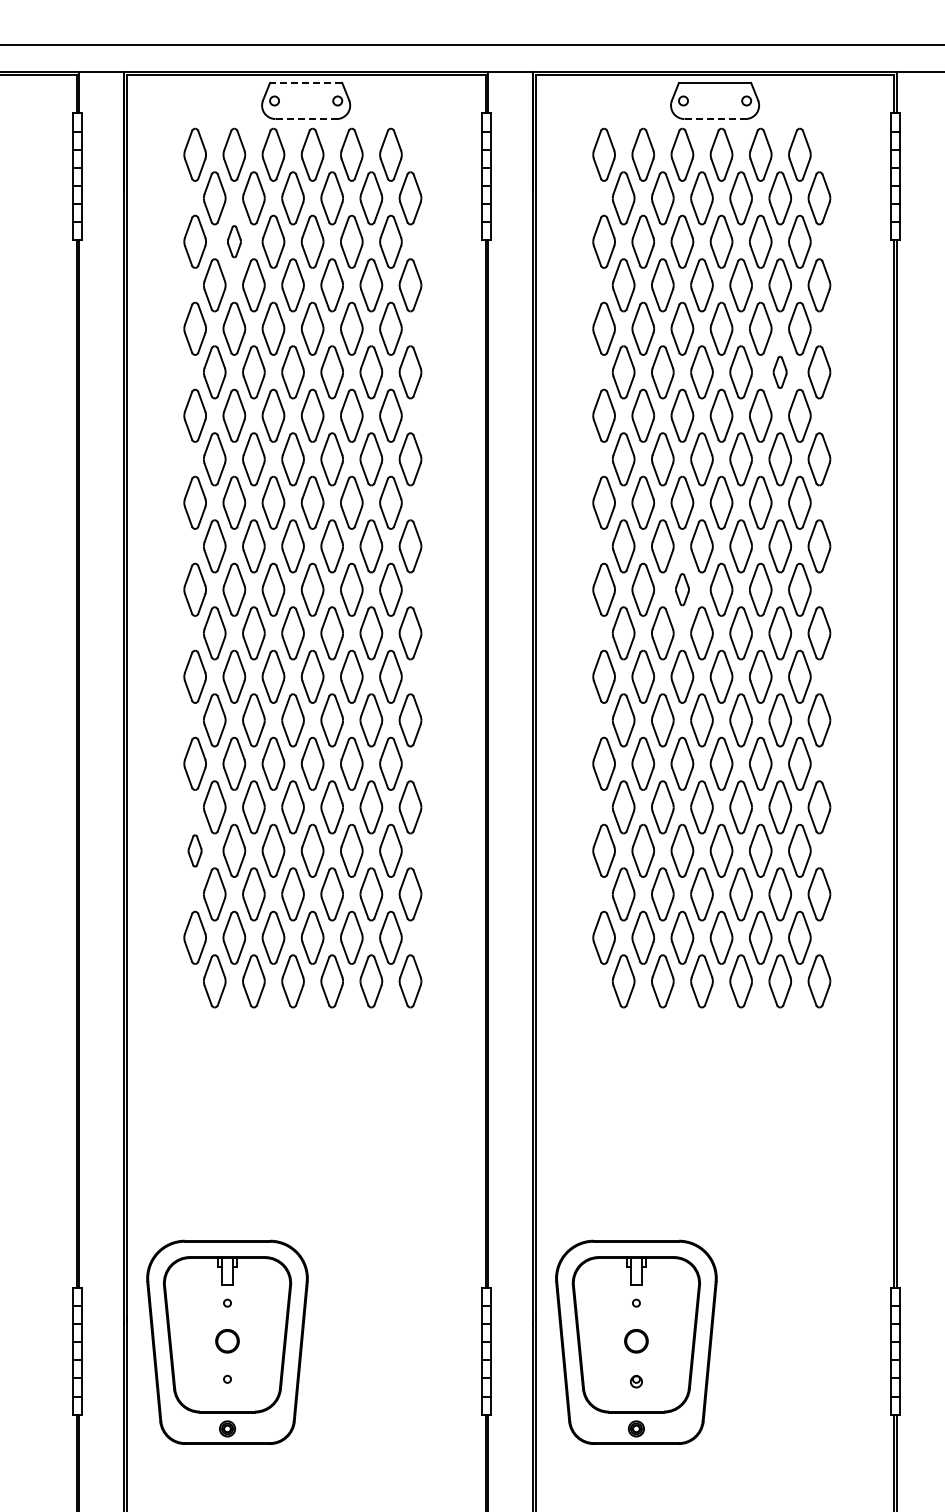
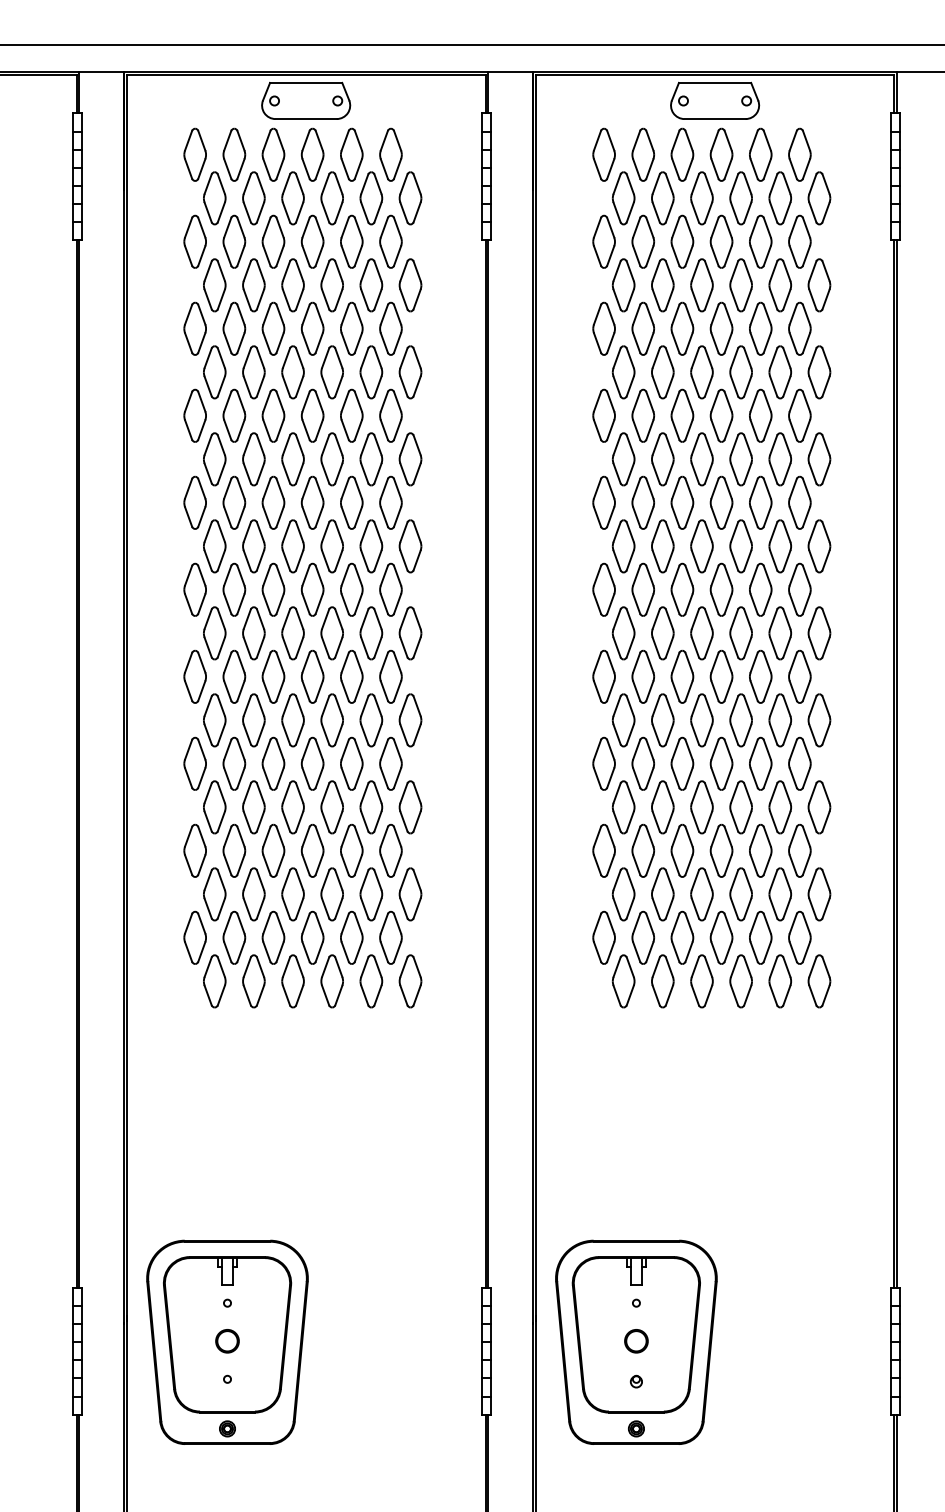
line at (305, 82): dashed -> solid
line at (306, 119): dashed -> solid
line at (715, 119): dashed -> solid
part at (234, 241) size: 15x34 px -> 25x55 px
part at (779, 371) size: 16x34 px -> 24x55 px
part at (682, 589) size: 15x34 px -> 25x55 px
part at (194, 850) size: 16x34 px -> 24x54 px
